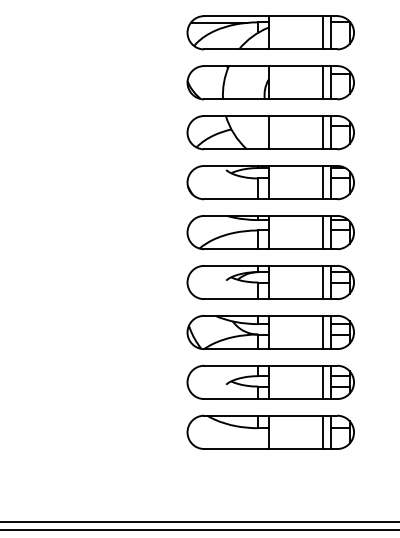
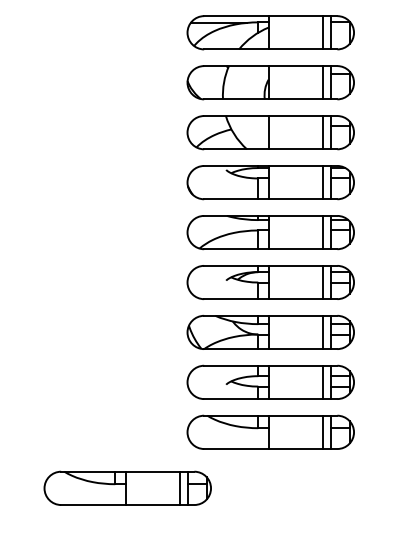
part at (127, 487): none -> present
line at (199, 521): present -> none
line at (199, 530): present -> none
